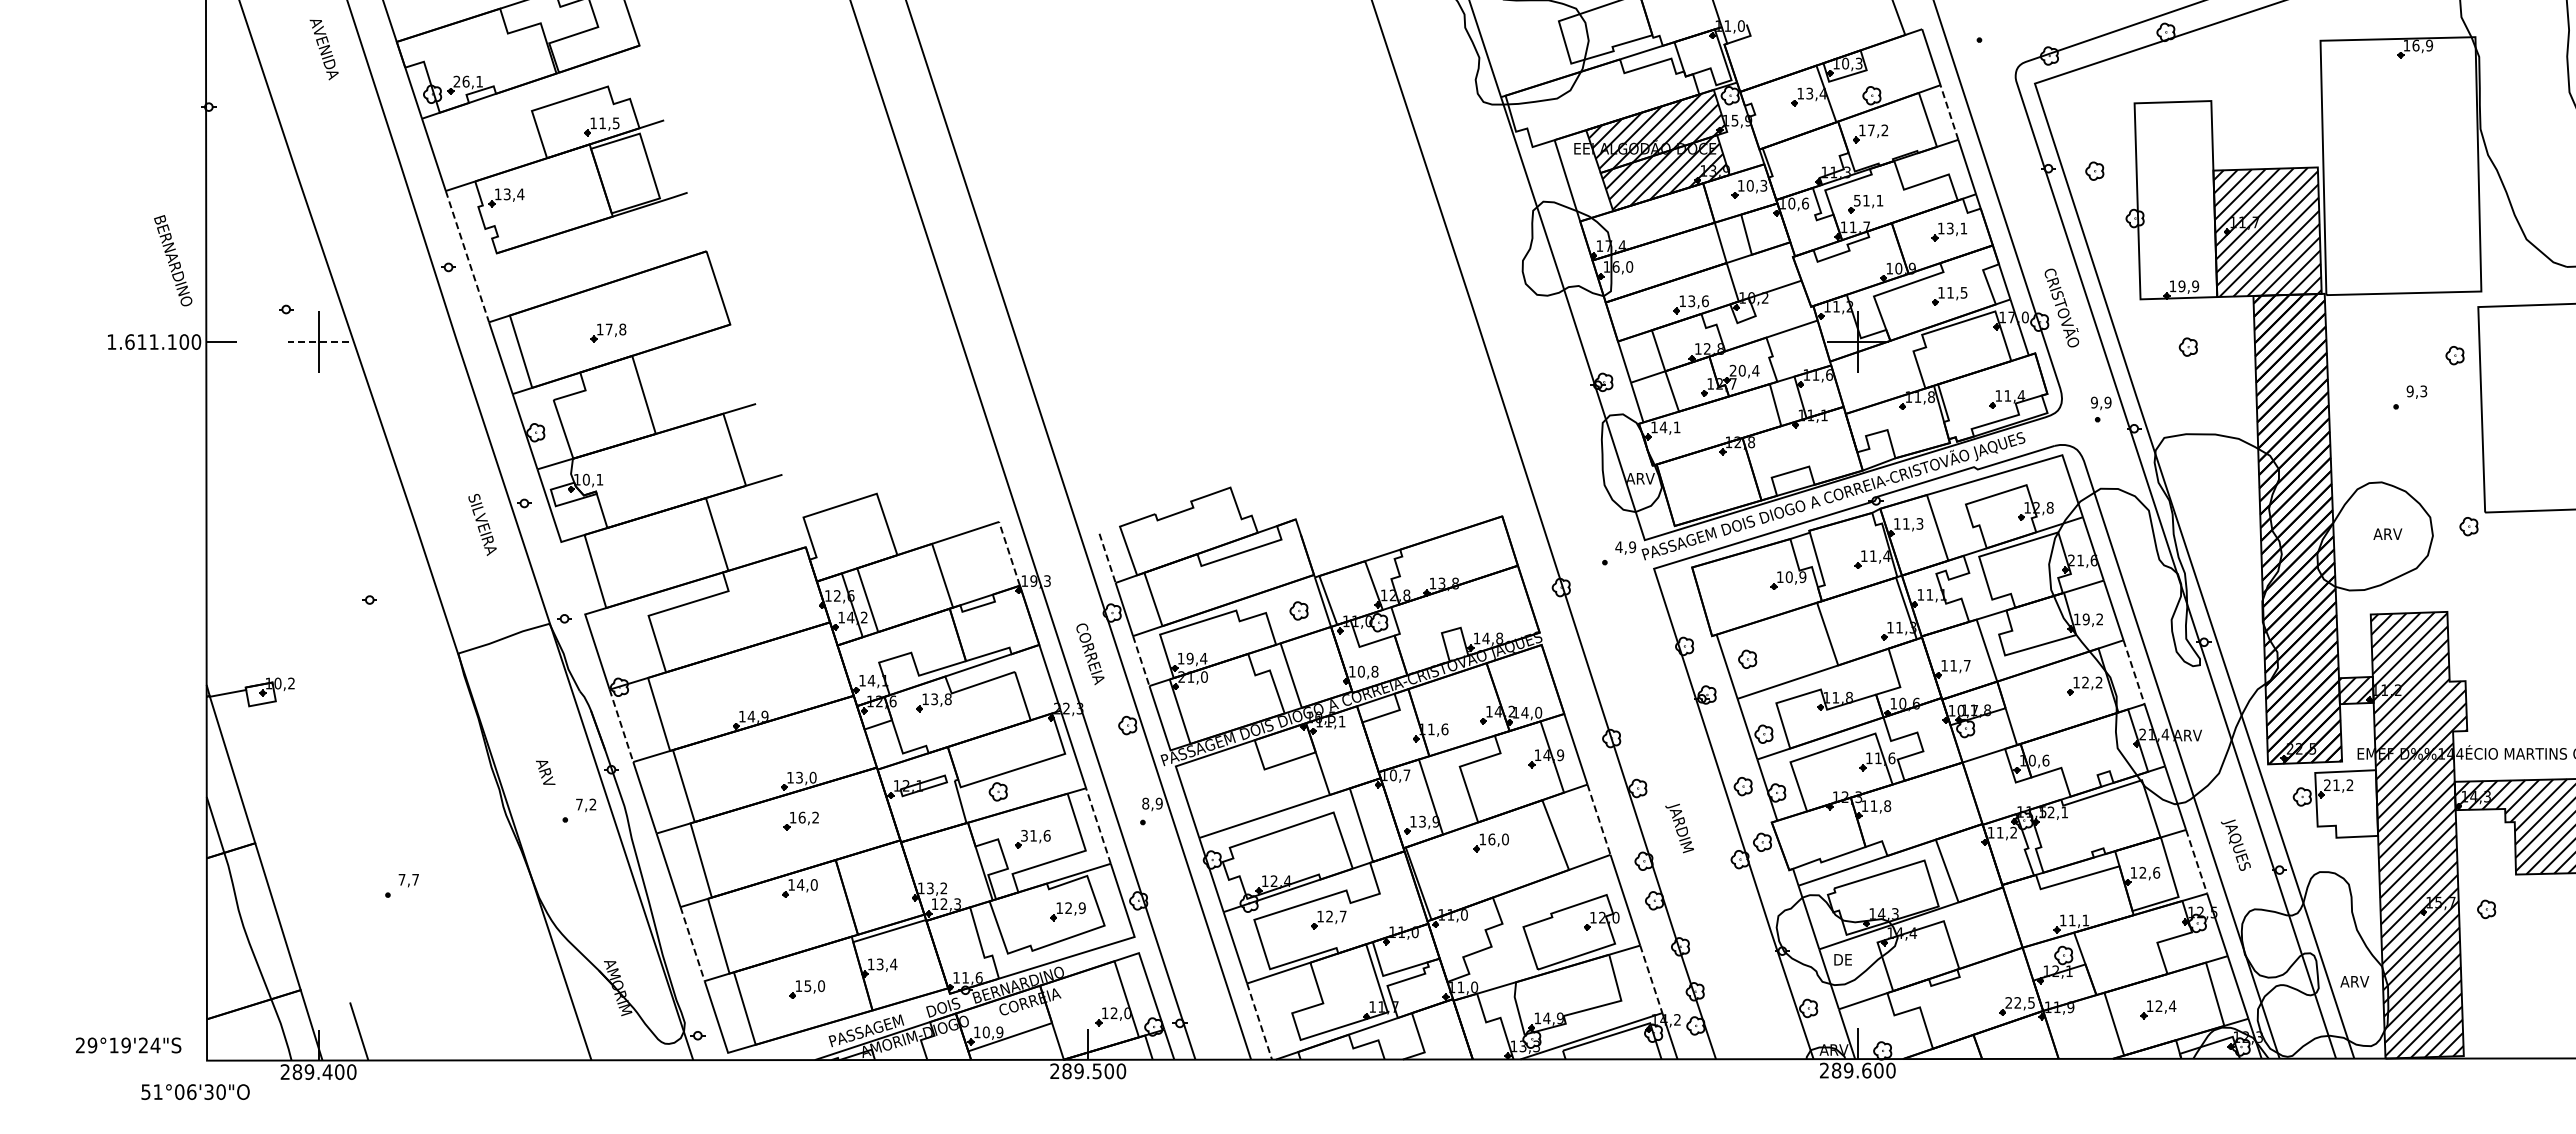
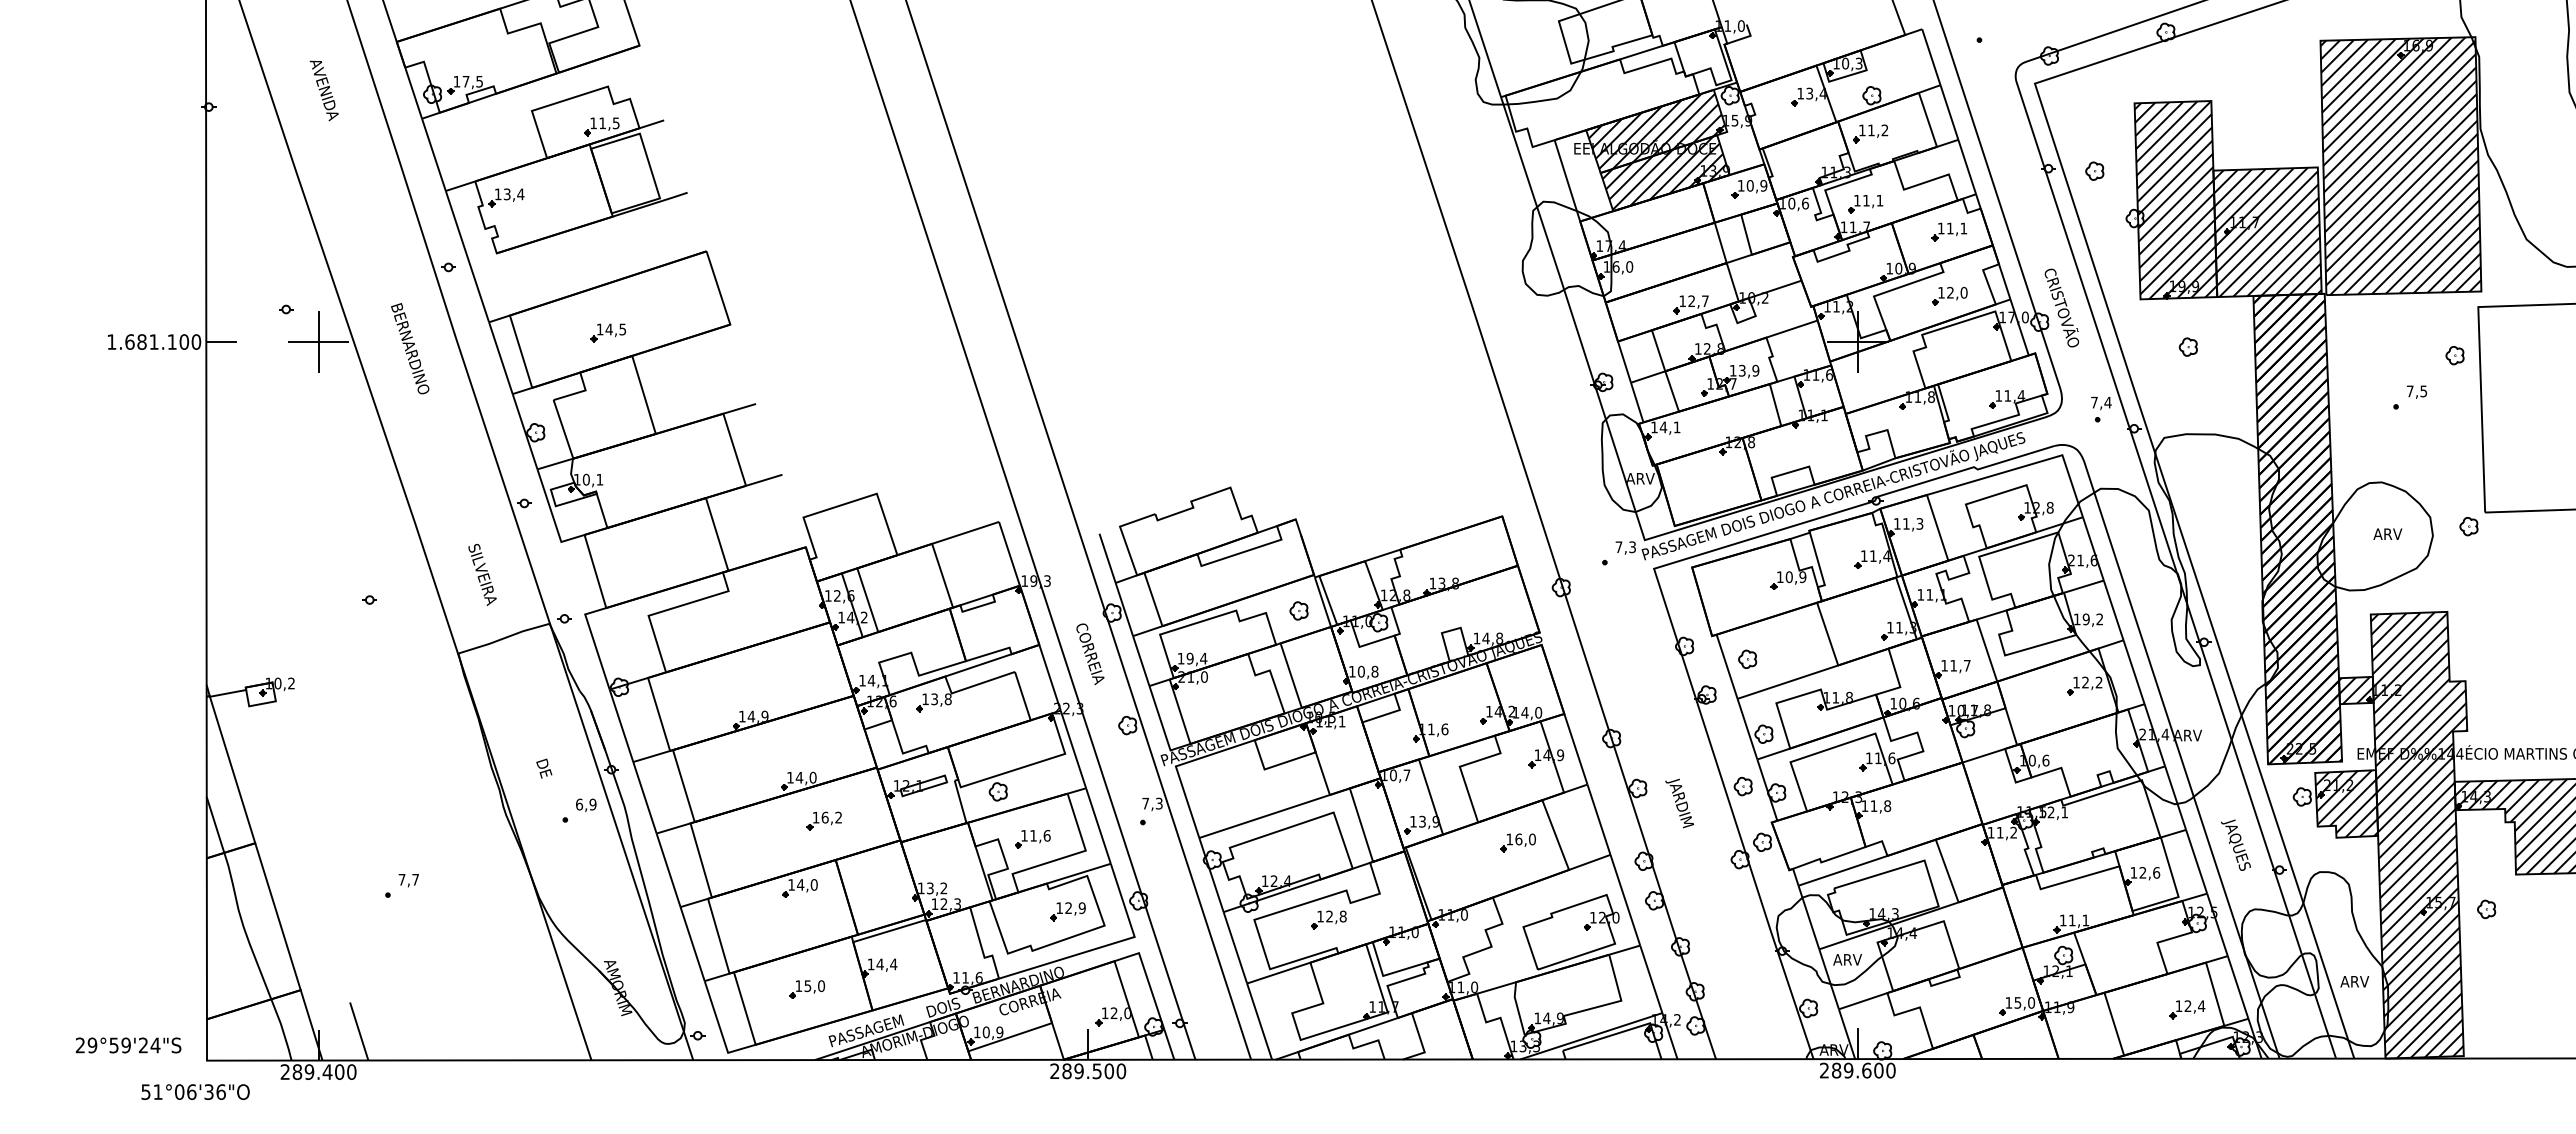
text at (323, 49) position: (323, 49) -> (323, 90)
text at (467, 81): 26,1 -> 17,5
line at (1949, 112): dashed -> solid
text at (1871, 130): 17,2 -> 11,2
hatch at (2400, 166): none -> present
text at (1763, 185): 10,3 -> 10,9
text at (1857, 200): 51,1 -> 11,1
hatch at (2175, 200): none -> present
text at (1949, 228): 13,1 -> 11,1
line at (467, 257): dashed -> solid
text at (173, 260) position: (173, 260) -> (410, 348)
text at (1957, 292): 11,5 -> 12,0
text at (1698, 301): 13,6 -> 12,7
text at (615, 329): 17,8 -> 14,5
text at (141, 341): 1.611.100 -> 1.681.100
line at (318, 342): dashed -> solid
text at (1744, 370): 20,4 -> 13,9
text at (2416, 391): 9,3 -> 7,5
text at (2100, 402): 9,9 -> 7,4
text at (482, 524) position: (482, 524) -> (482, 574)
text at (1625, 546): 4,9 -> 7,3
line at (1009, 553): dashed -> solid
line at (1107, 558): dashed -> solid
line at (1141, 661): dashed -> solid
line at (2134, 672): dashed -> solid
line at (621, 726): dashed -> solid
text at (545, 771): ARV -> DE
text at (799, 777): 13,0 -> 14,0
text at (1152, 803): 8,9 -> 7,3
hatch at (2346, 803): none -> present
text at (586, 804): 7,2 -> 6,9
line at (1599, 819): dashed -> solid
part at (800, 820) position: (800, 820) -> (823, 820)
line at (1098, 826): dashed -> solid
text at (1679, 828) position: (1679, 828) -> (1679, 803)
text at (1024, 835): 31,6 -> 11,6
part at (1490, 842) position: (1490, 842) -> (1517, 842)
line at (2196, 861): dashed -> solid
text at (1342, 916): 12,7 -> 12,8
line at (692, 944): dashed -> solid
text at (1847, 959): DE -> ARV
text at (879, 964): 13,4 -> 14,4
line at (1651, 979): dashed -> solid
text at (2020, 1002): 22,5 -> 15,0
part at (2158, 1009) position: (2158, 1009) -> (2187, 1009)
line at (1259, 1022): dashed -> solid
text at (113, 1045): 29°19'24"S -> 29°59'24"S
text at (220, 1091): 51°06'30"O -> 51°06'36"O
